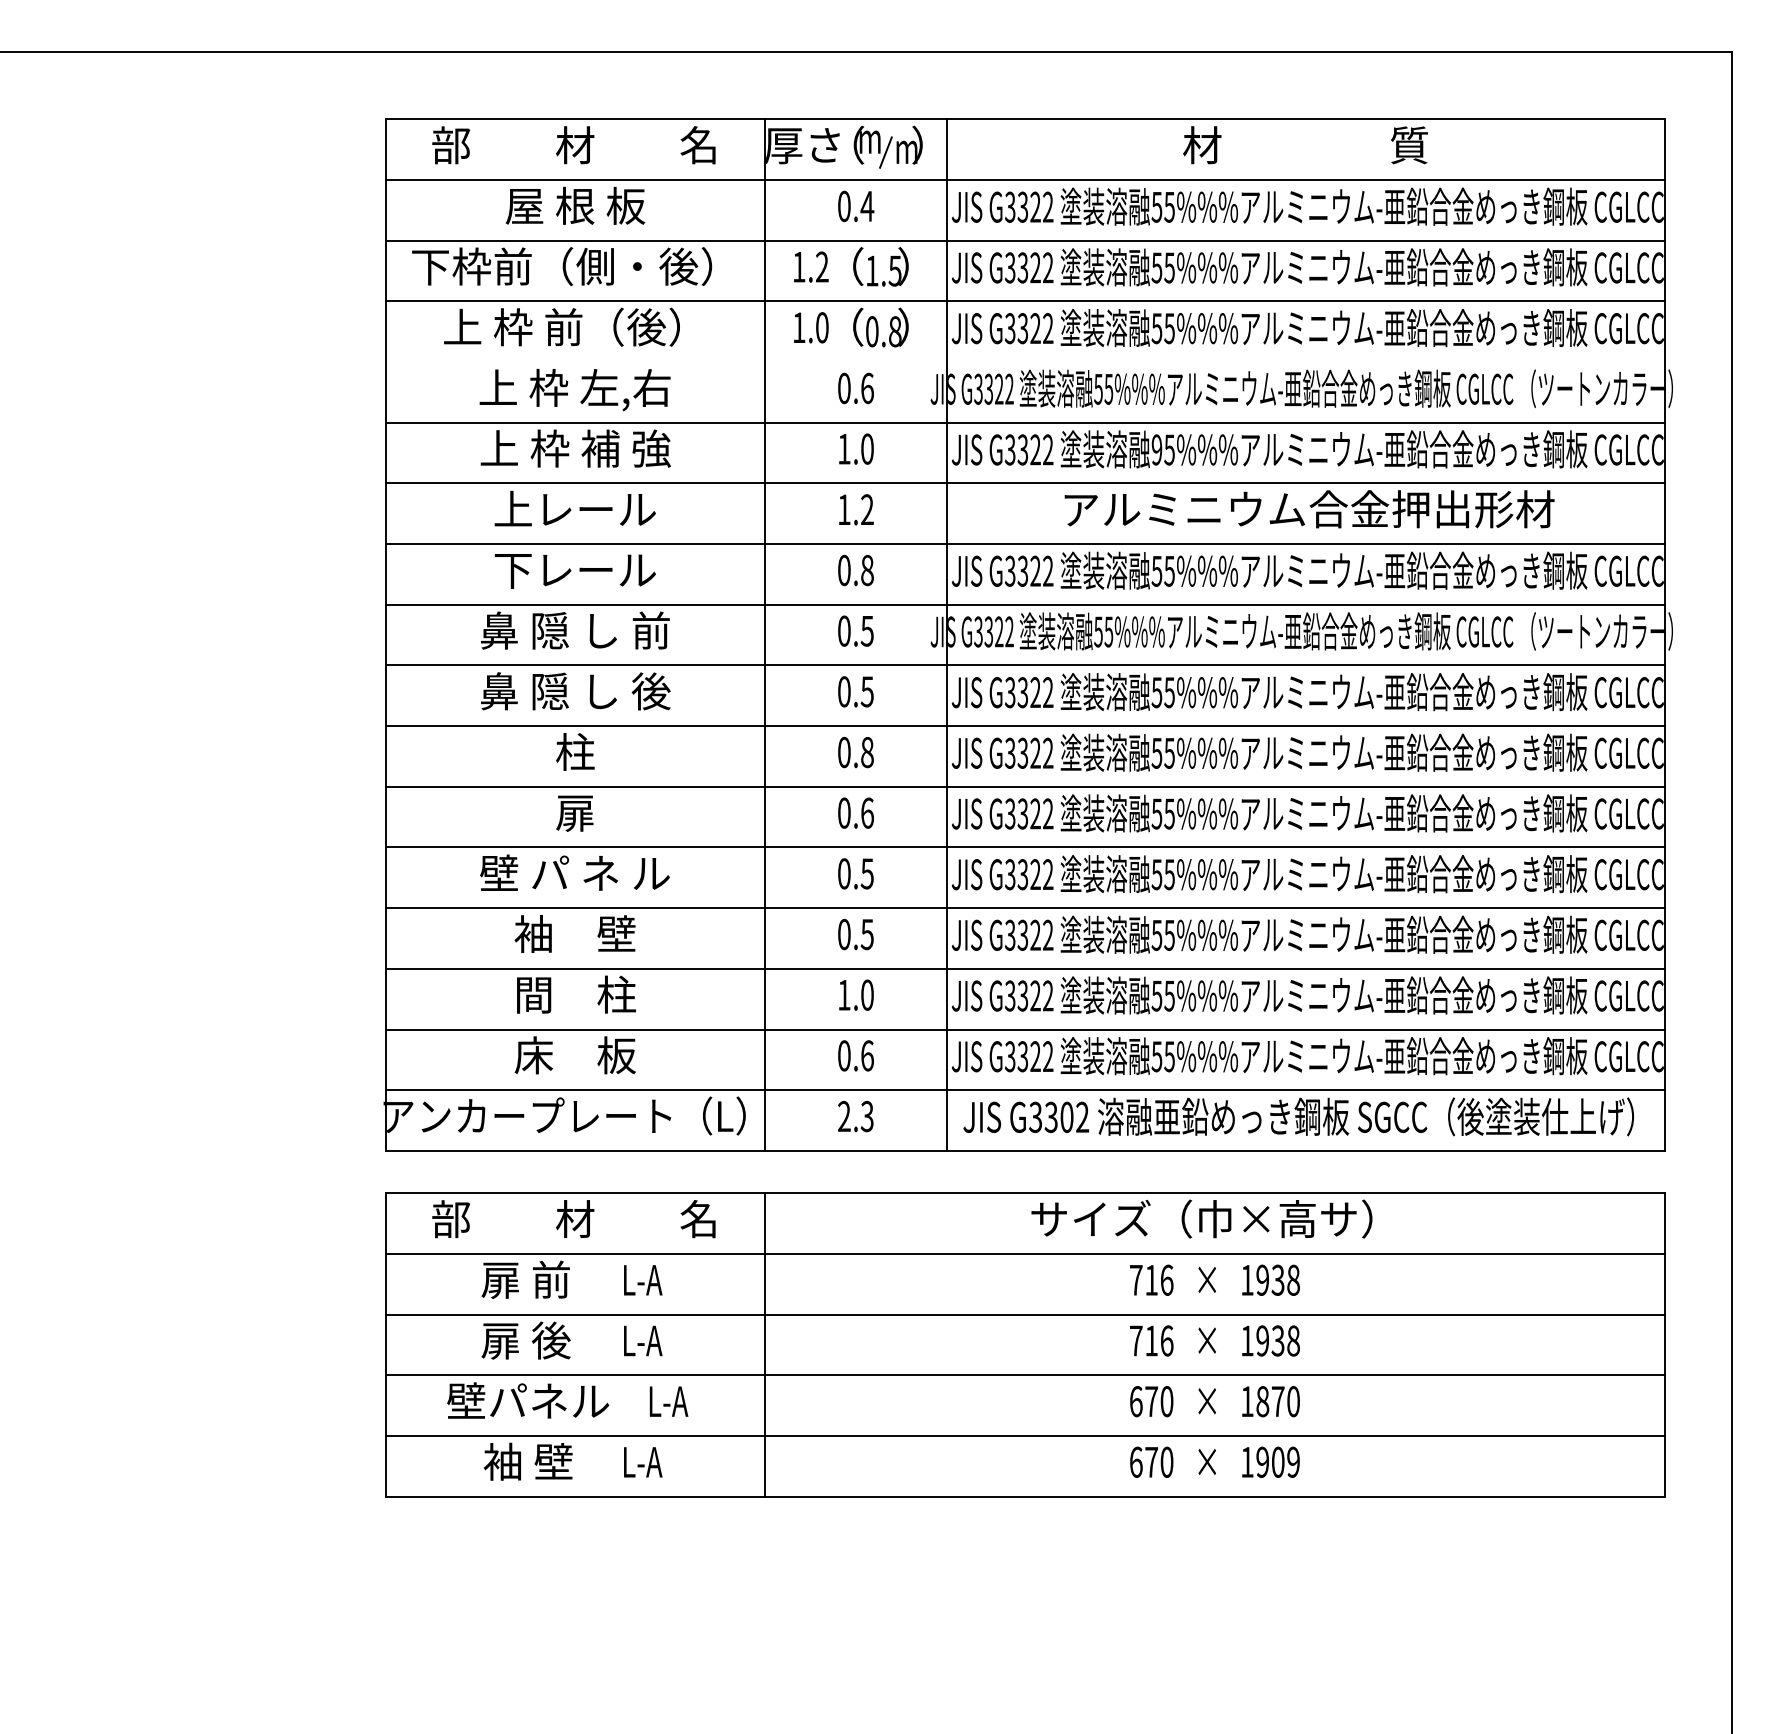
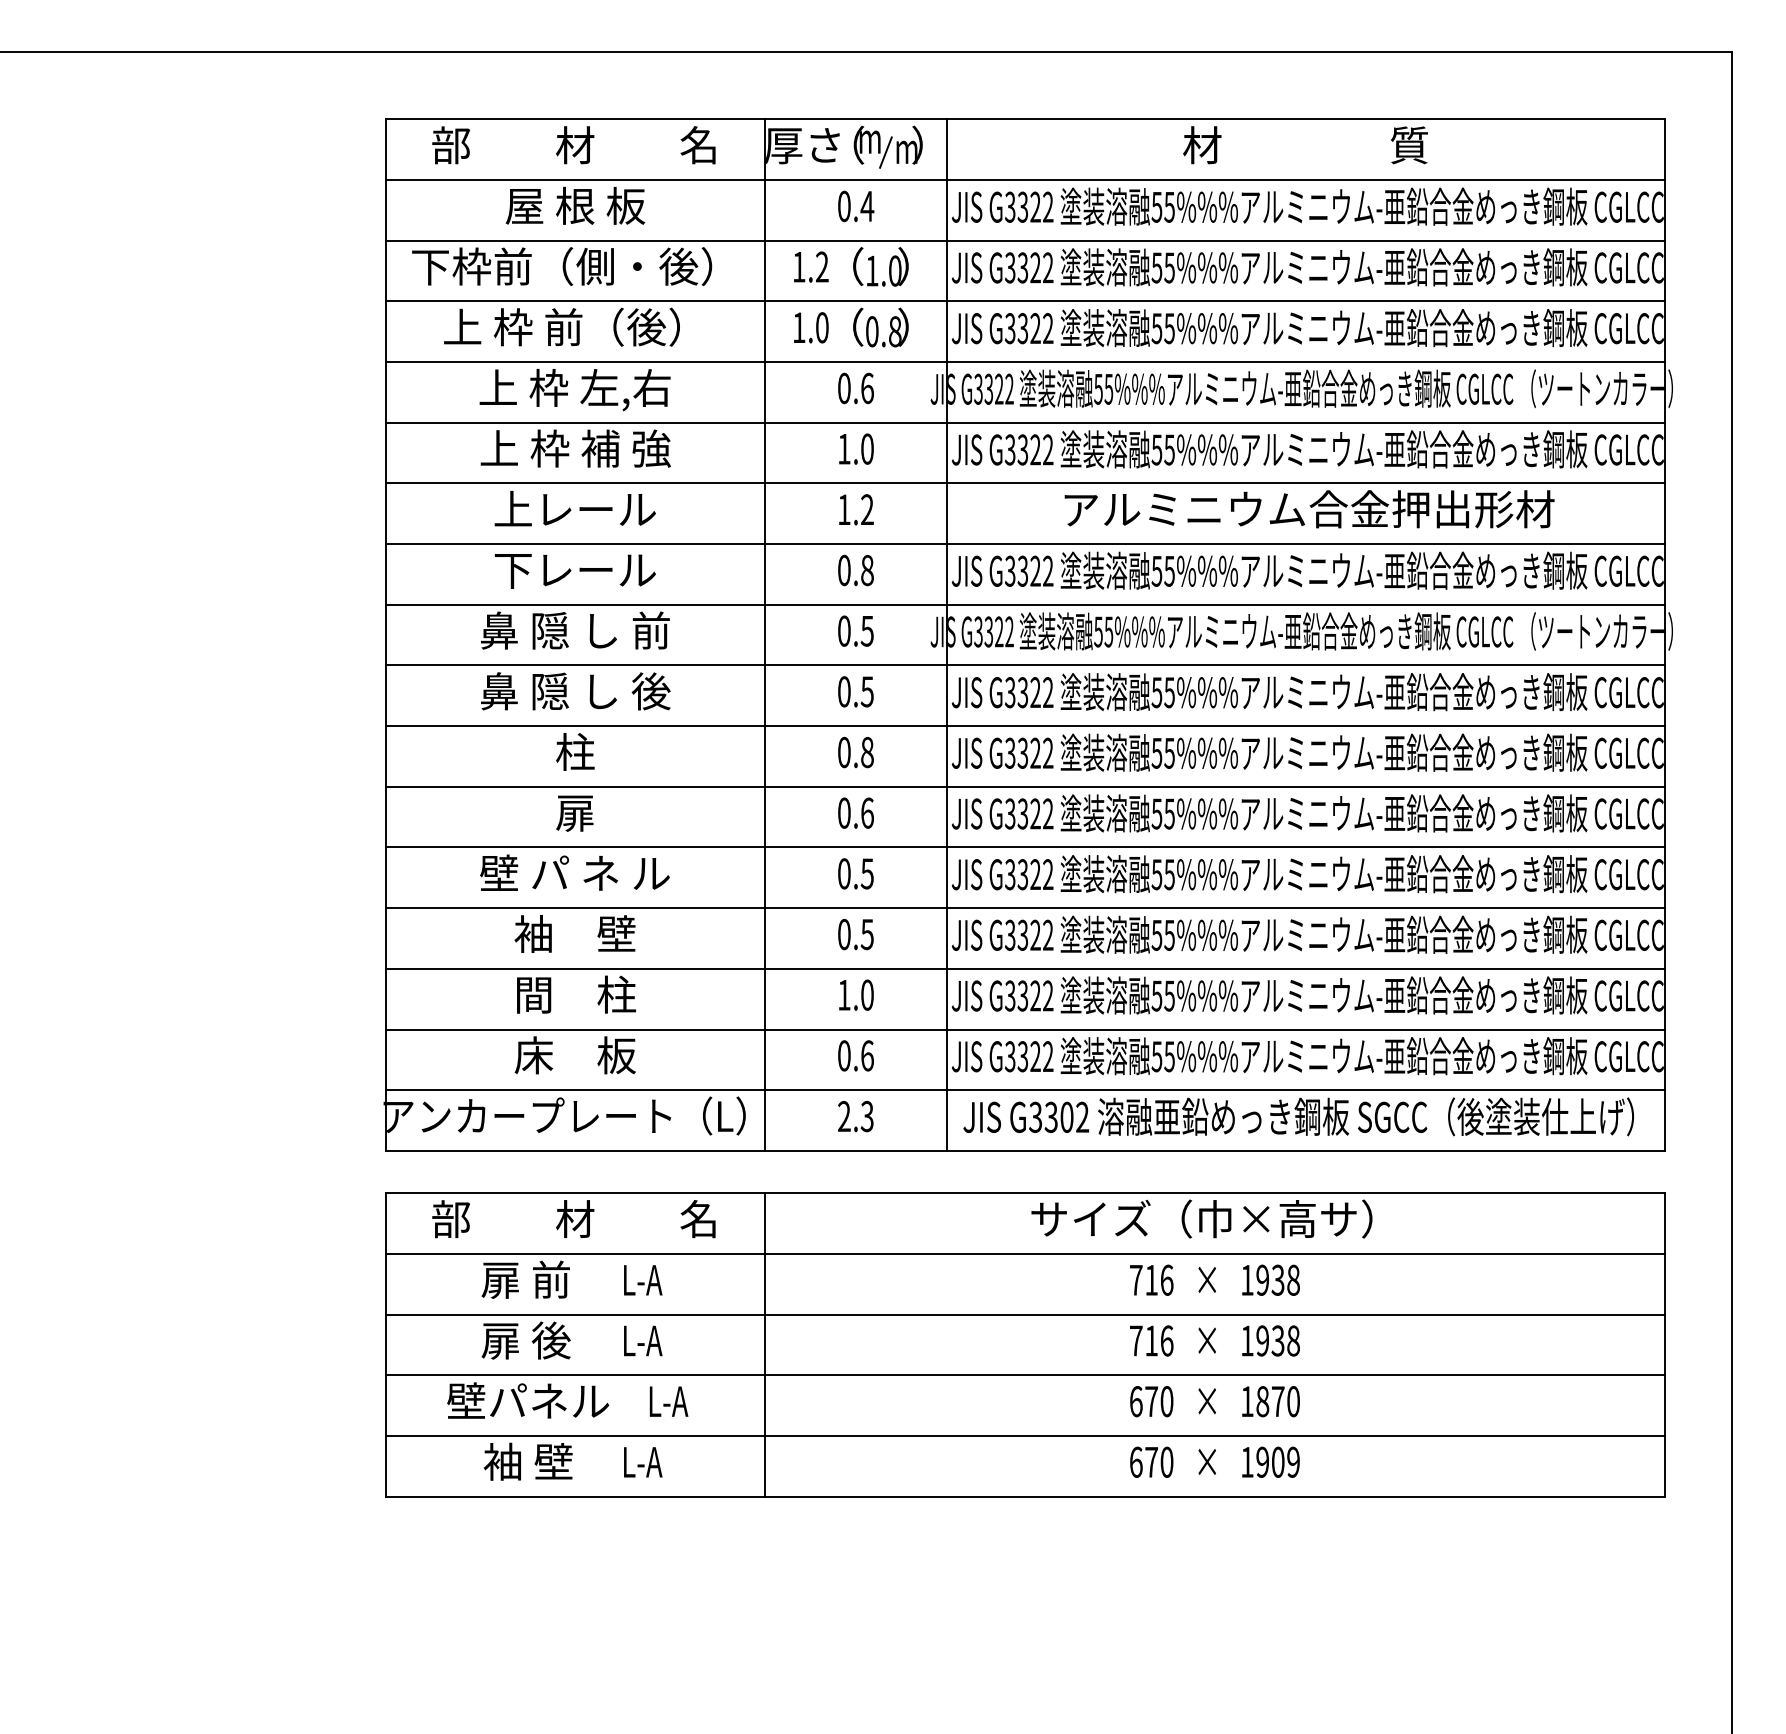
text at (894, 270): 1.5 -> 1.0
line at (1025, 362): none -> present
text at (1156, 449): 95%%% -> 55%%%
